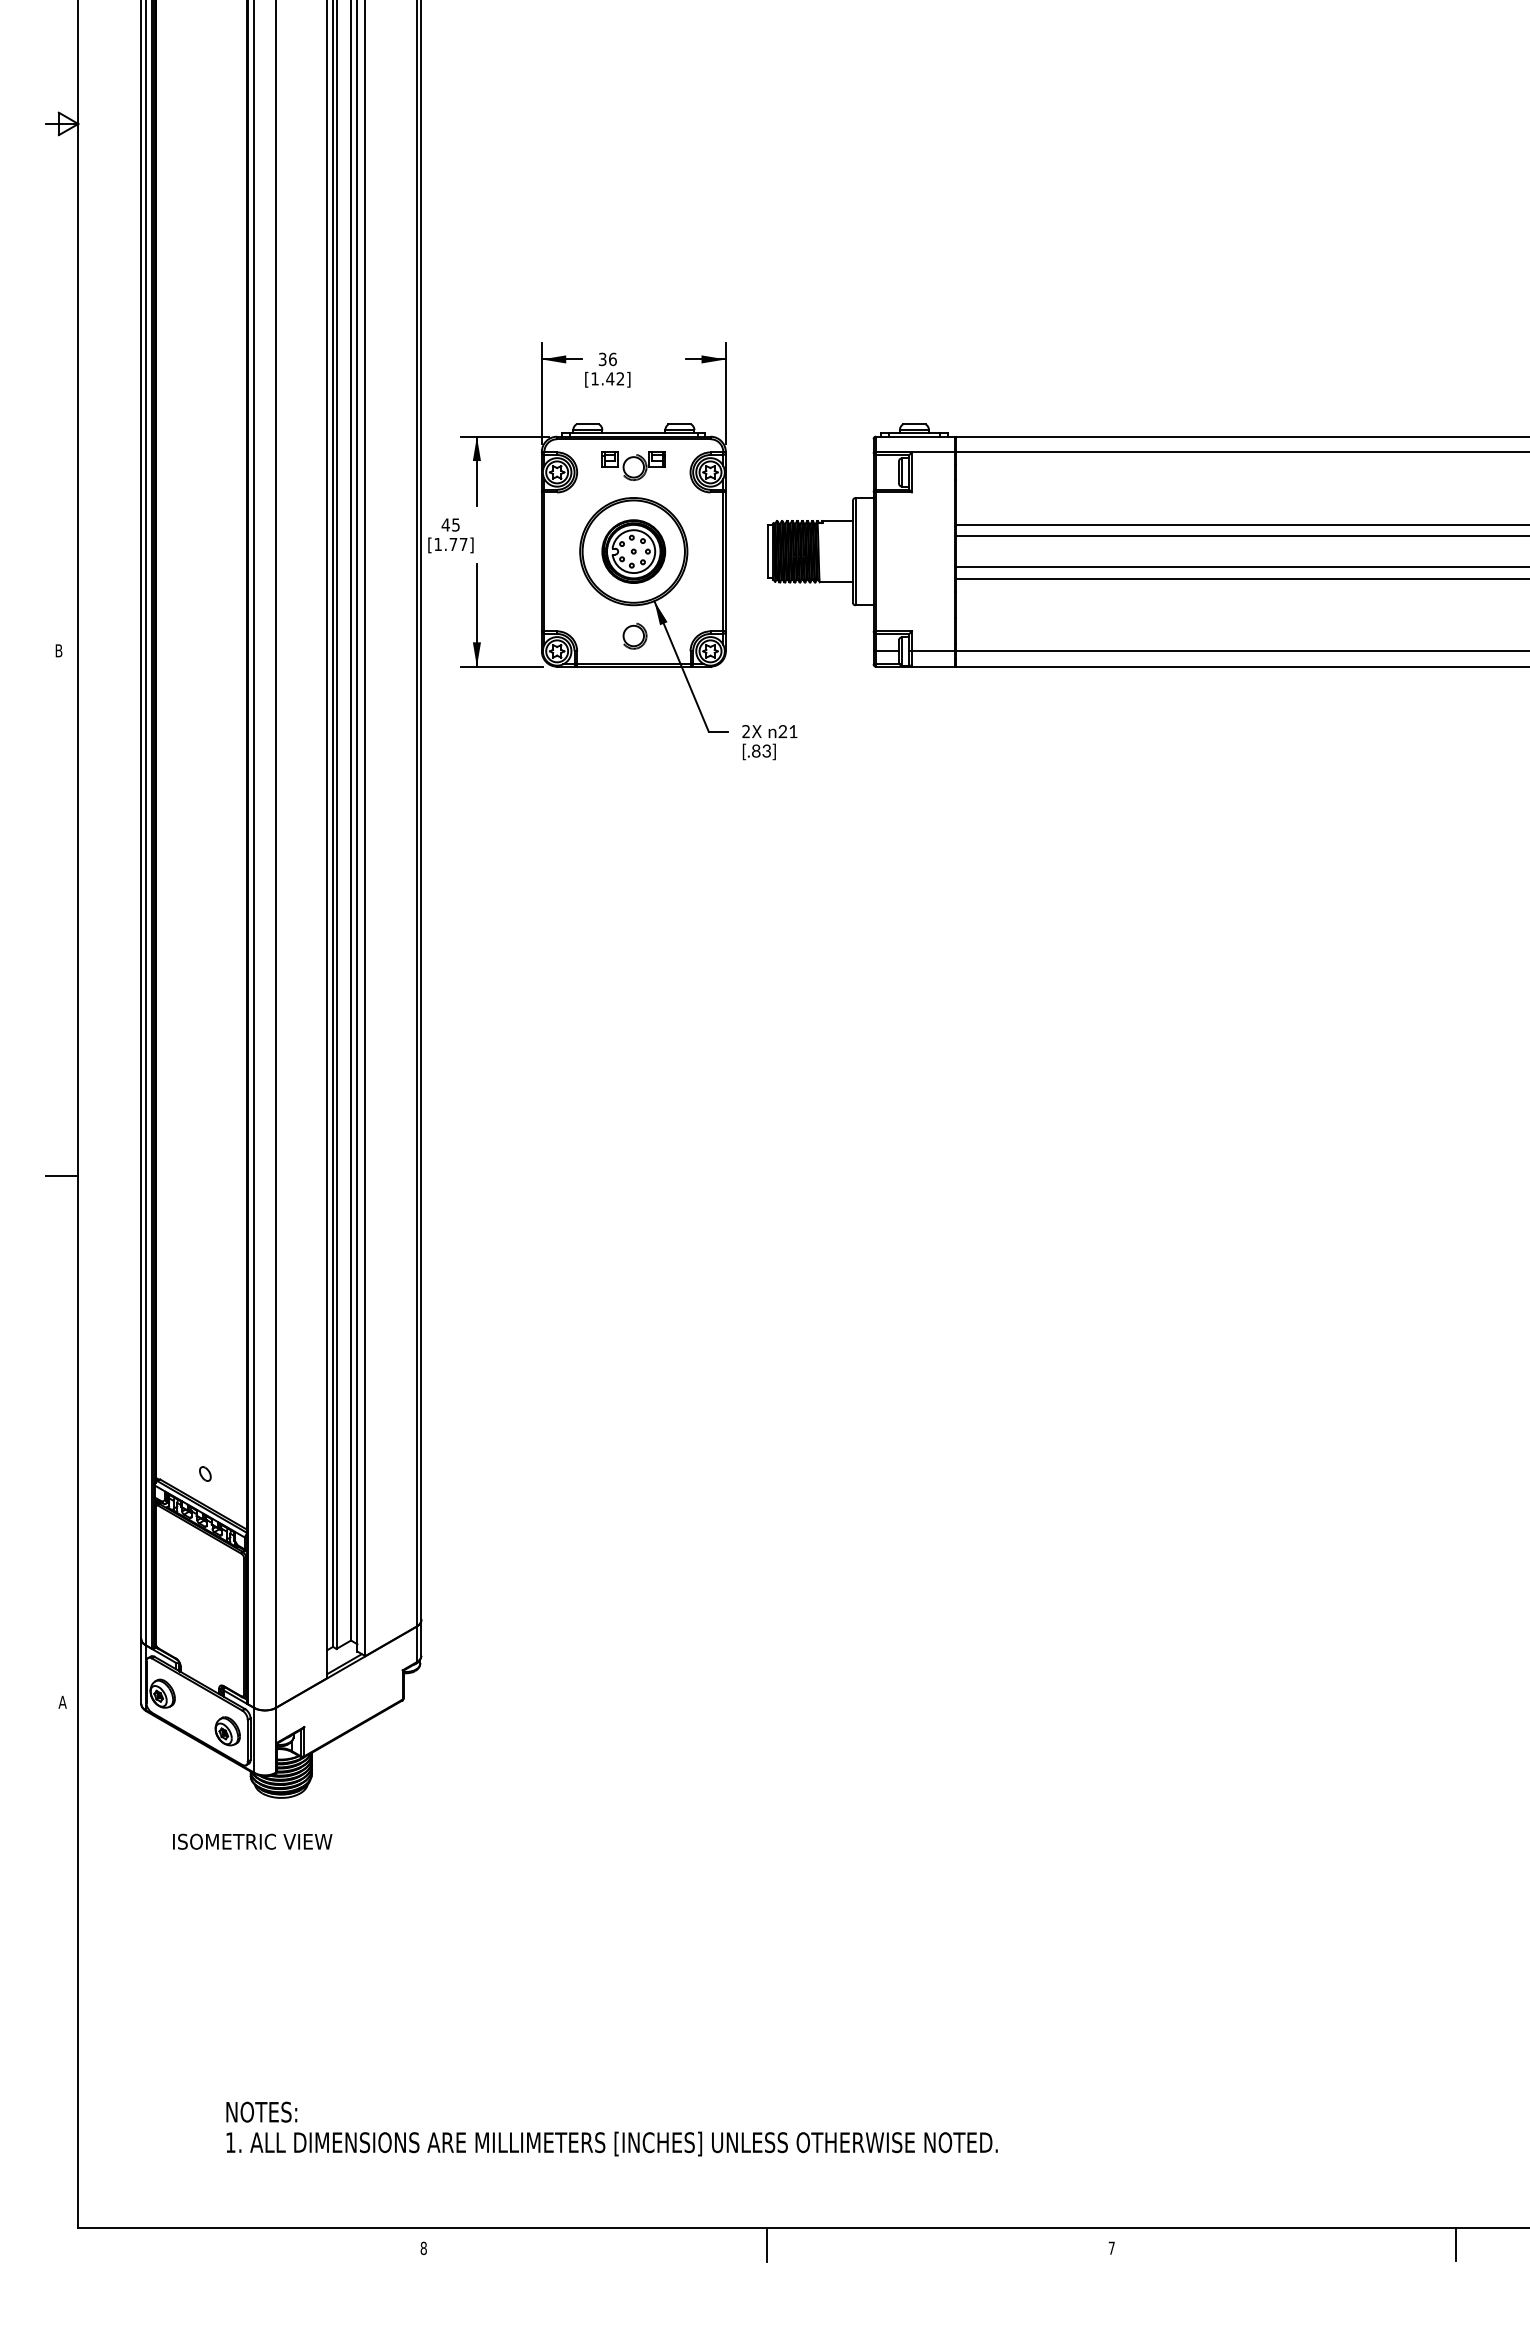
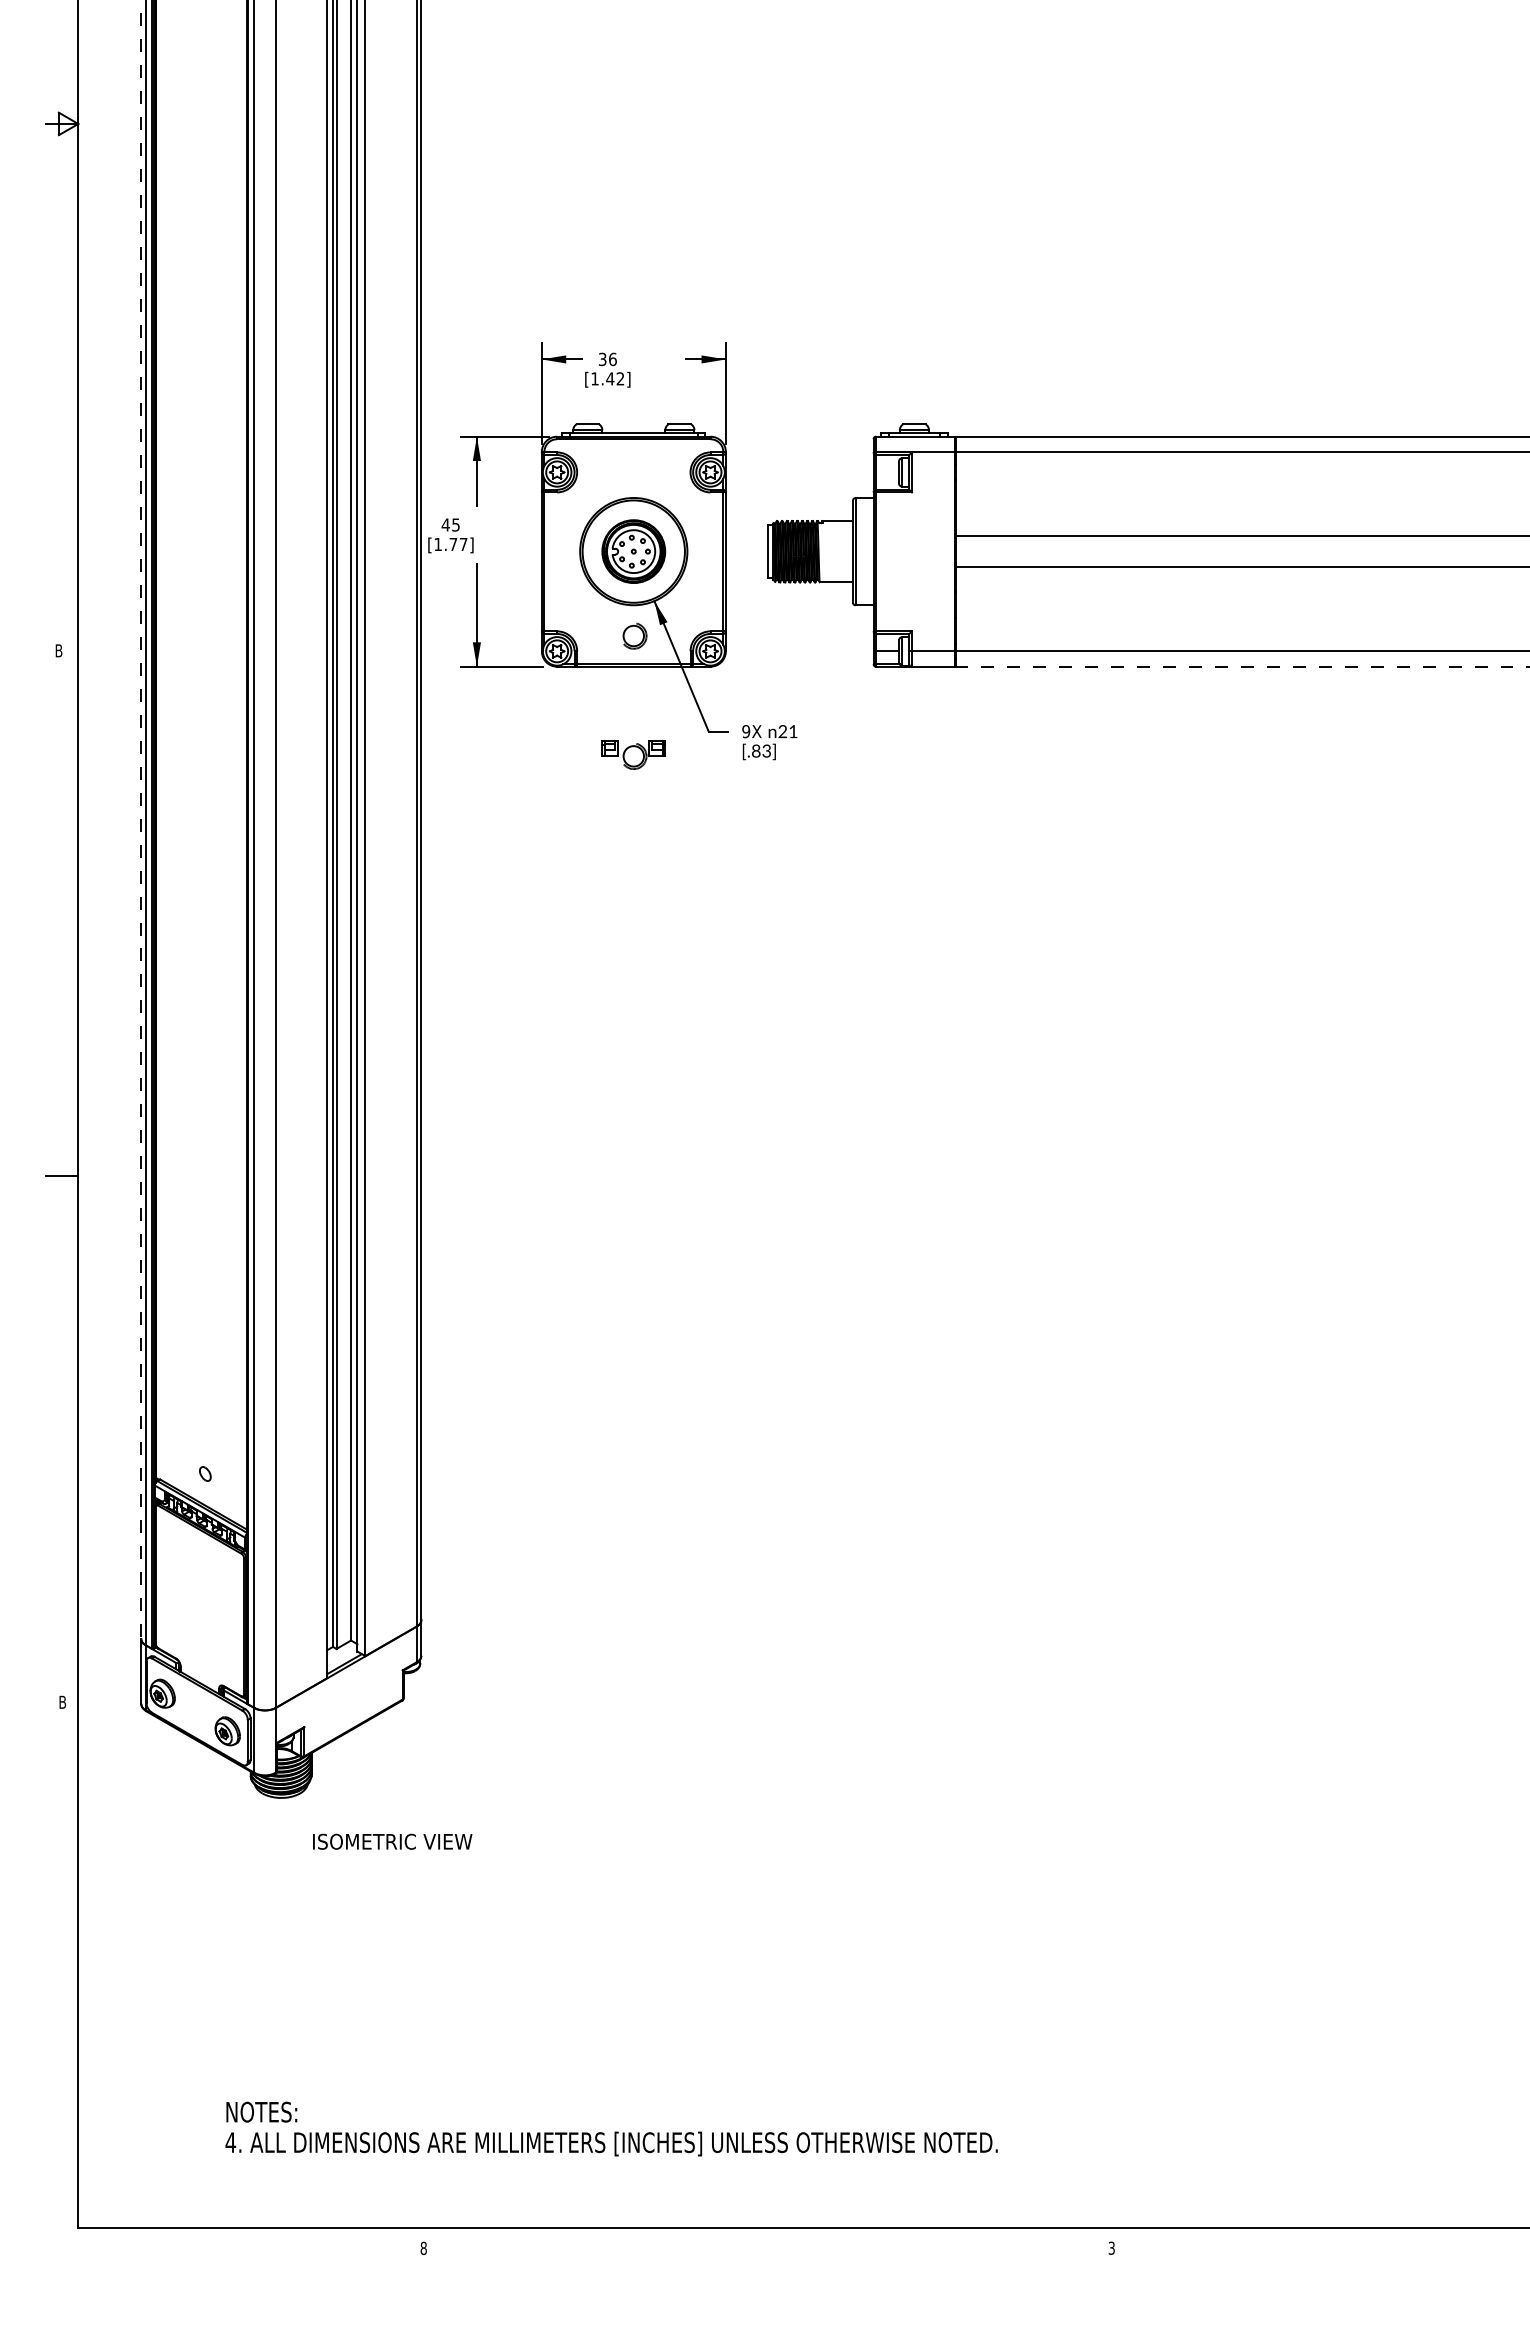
part at (633, 465) position: (633, 465) -> (633, 754)
line at (1240, 524): present -> none
line at (1240, 578): present -> none
line at (1242, 666): solid -> dashed
text at (746, 731): 2X -> 9X
line at (141, 820): solid -> dashed
text at (62, 1701): A -> B
text at (252, 1841) position: (252, 1841) -> (392, 1841)
text at (230, 2142): 1. -> 4.
line at (1455, 2244): present -> none
line at (767, 2245): present -> none
text at (1111, 2247): 7 -> 3
